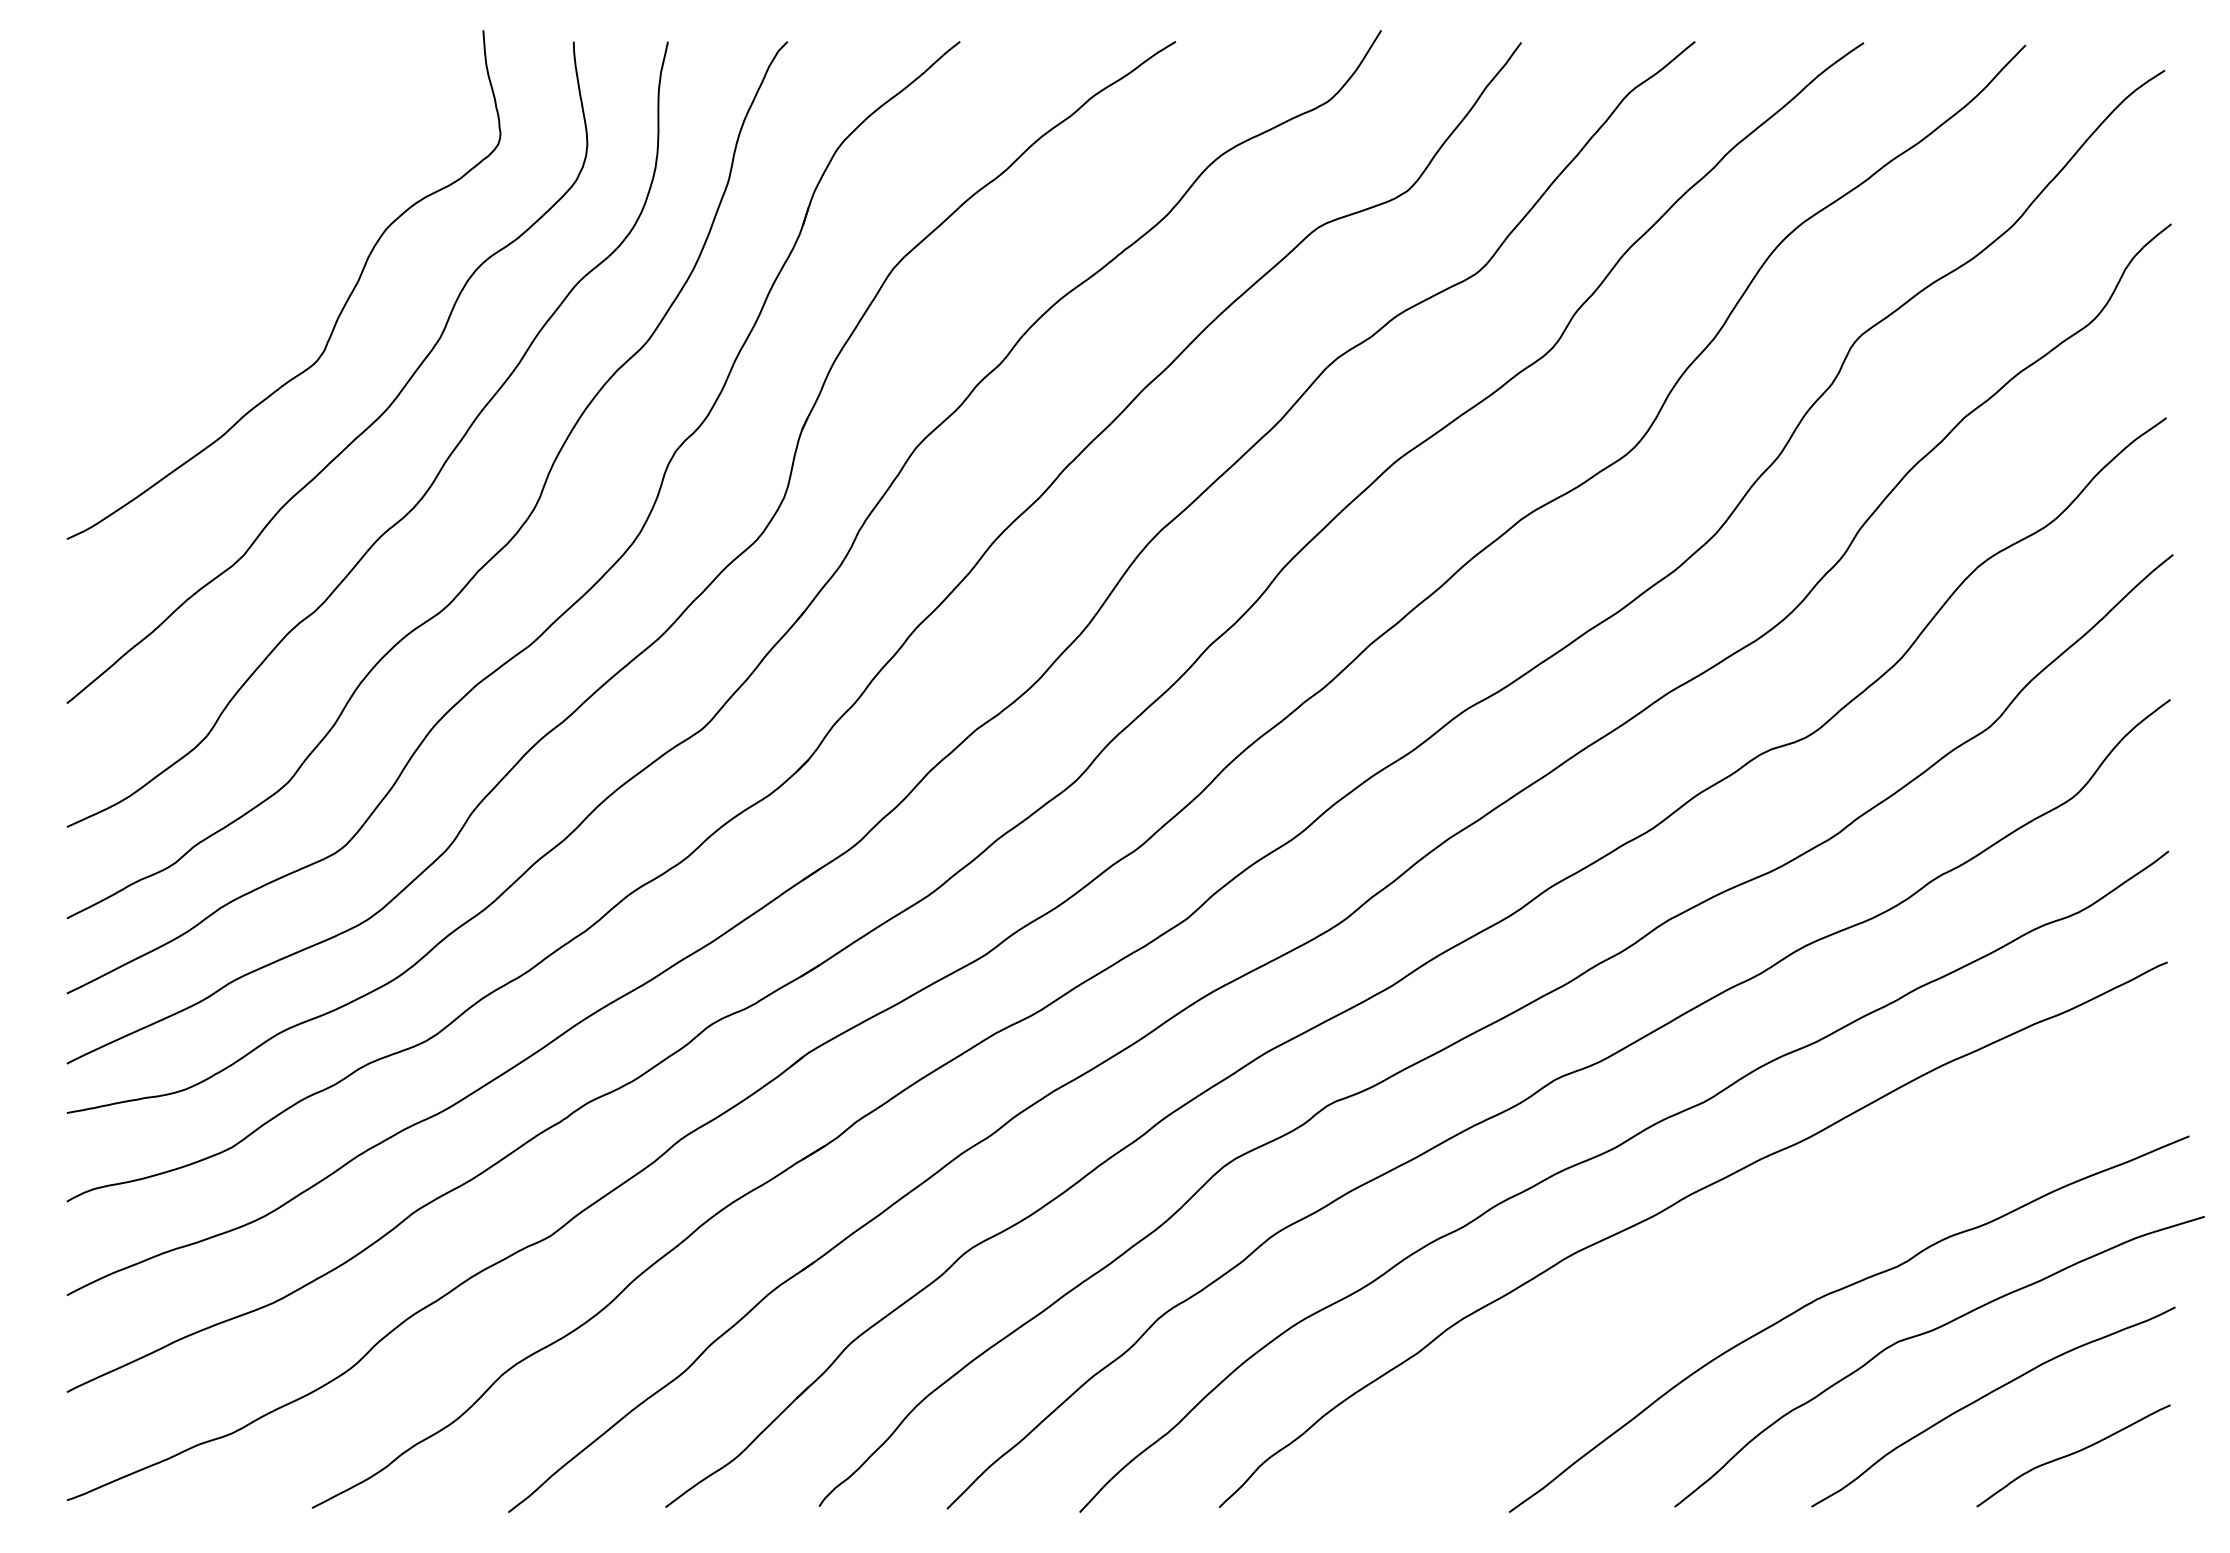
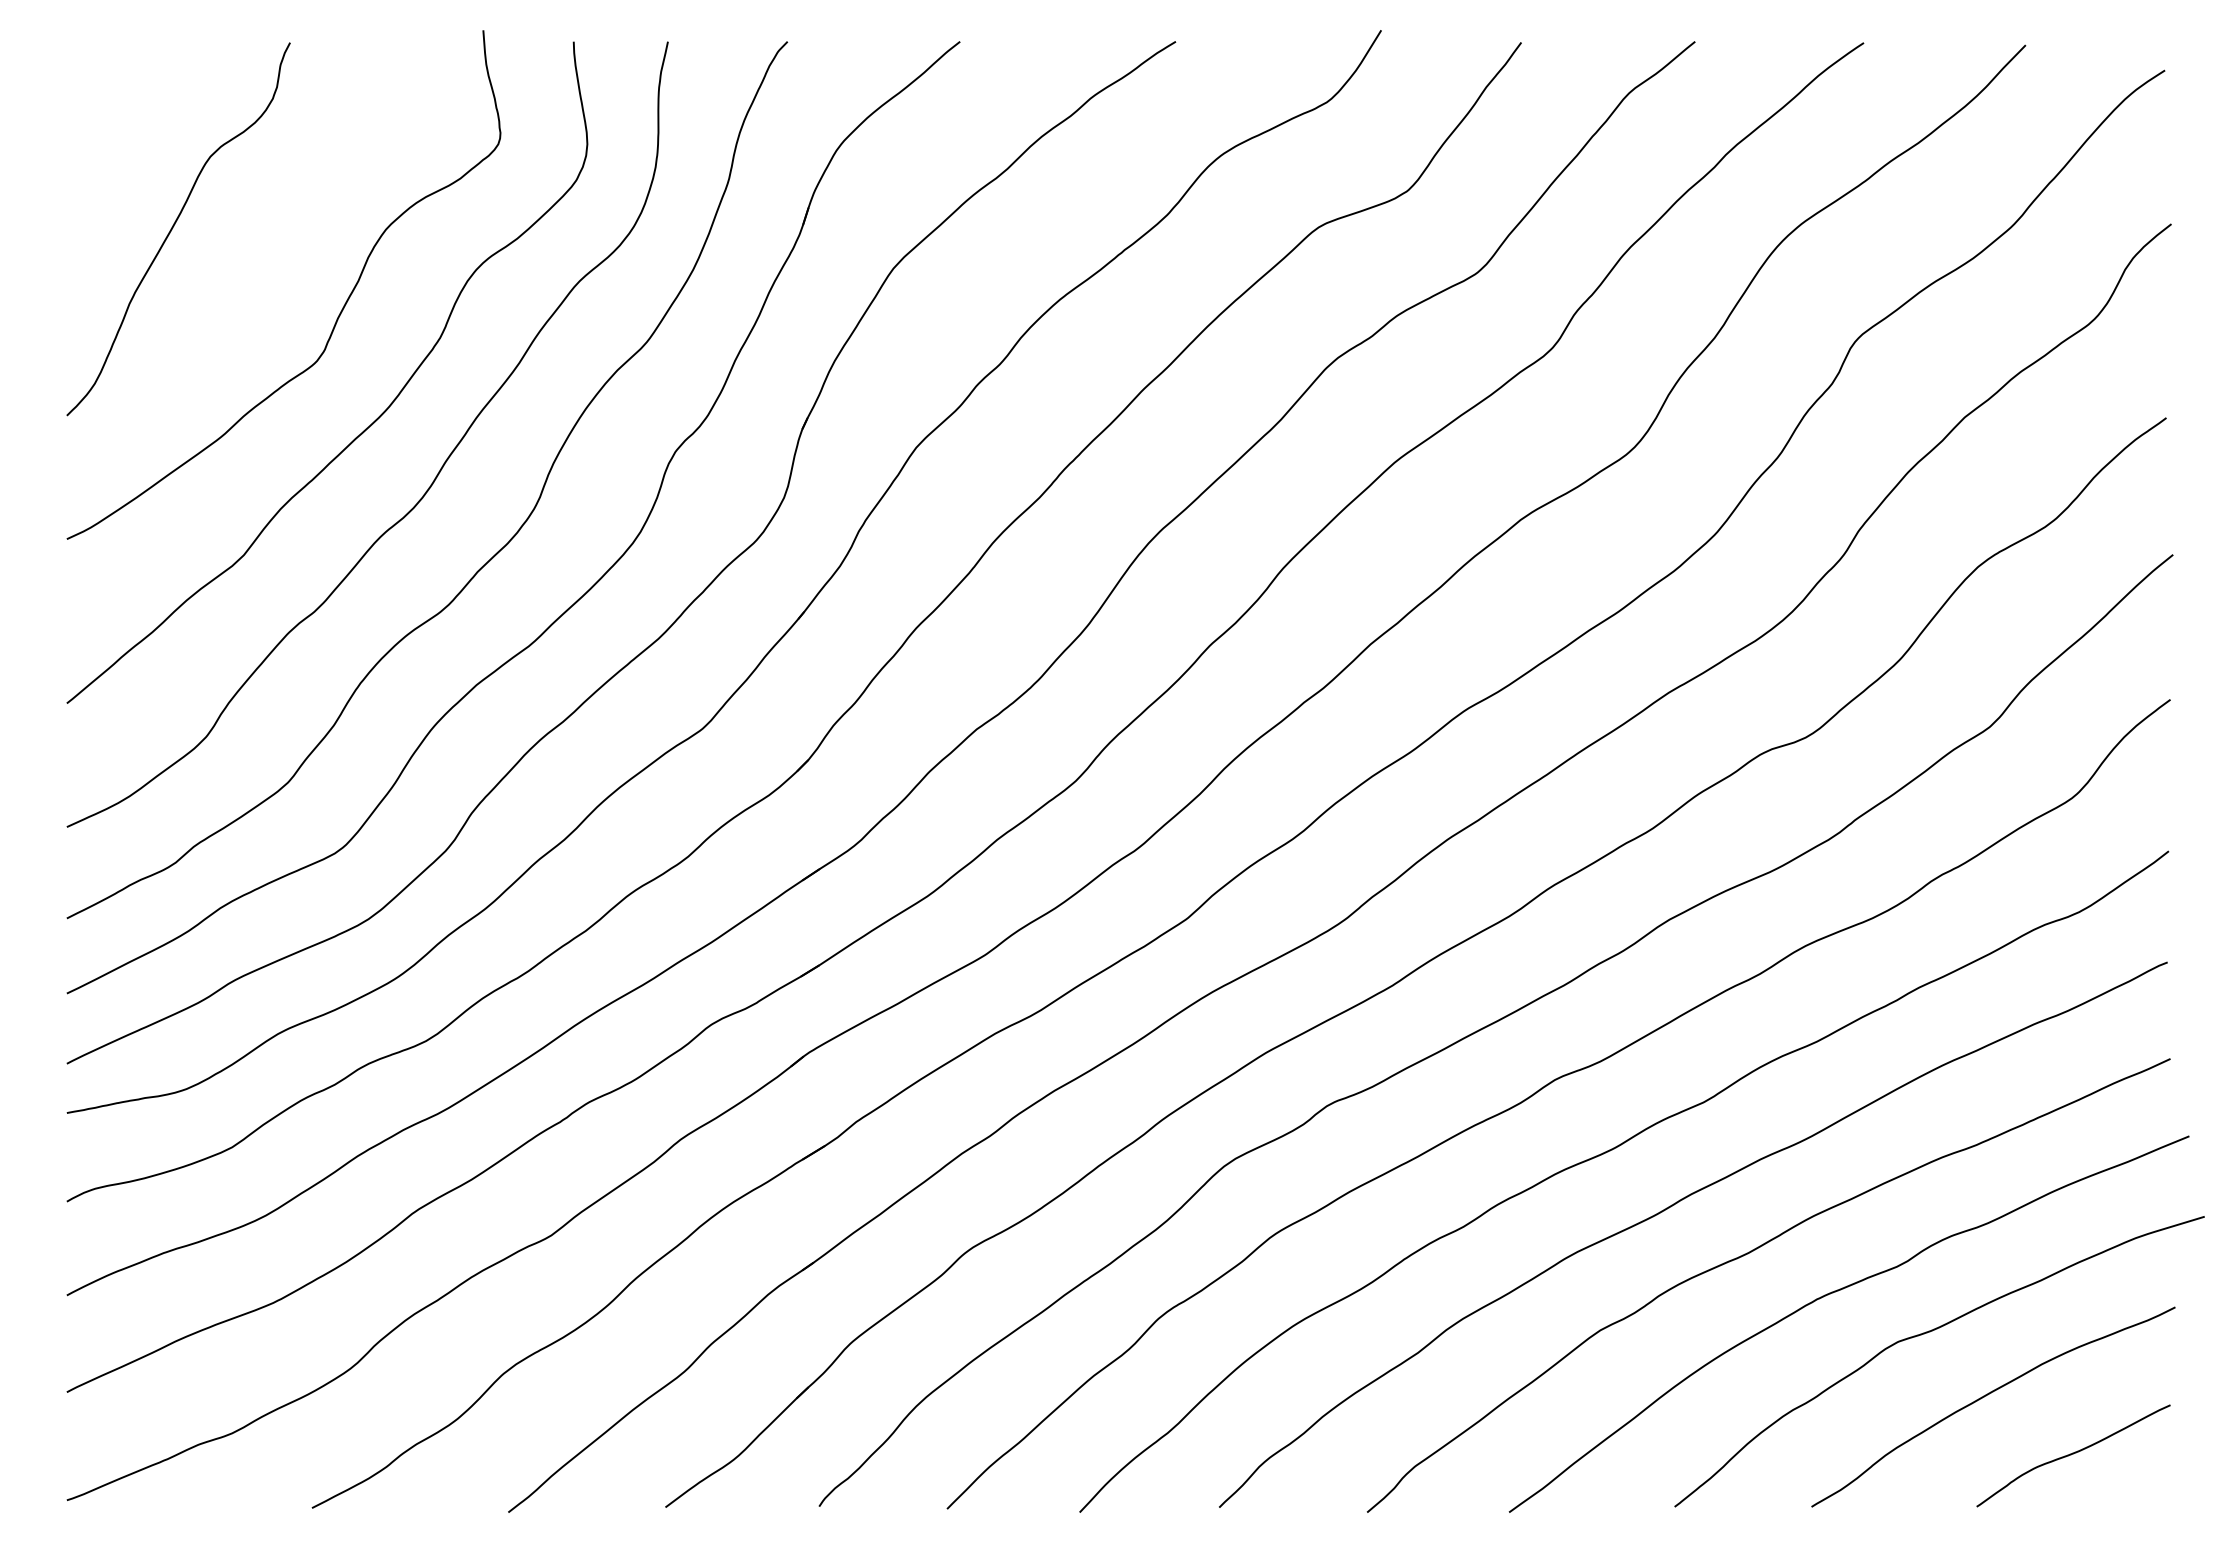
curve at (174, 226): none -> present
curve at (1748, 1254): none -> present
